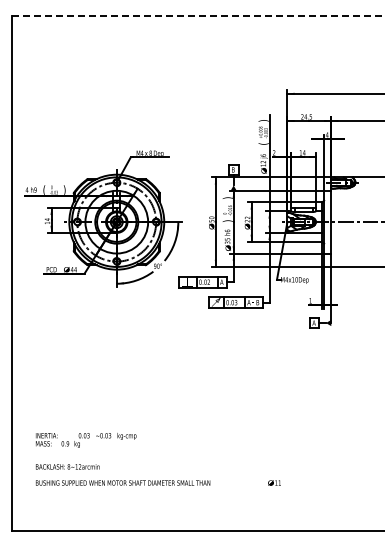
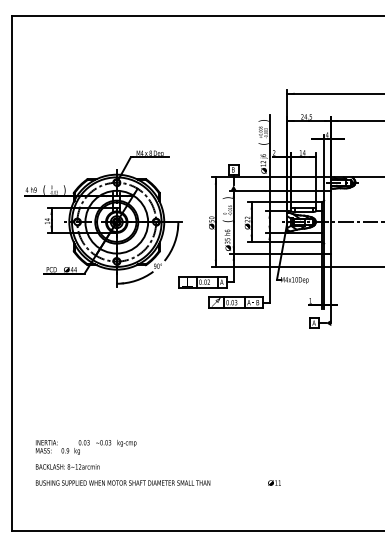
line at (198, 16): dashed -> solid
text at (227, 221): ) -> (
text at (86, 440) position: (86, 440) -> (86, 447)
